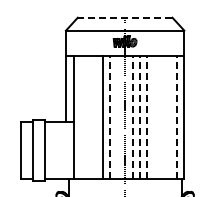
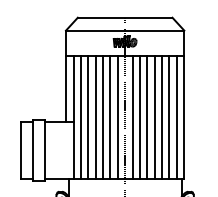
line at (124, 17): dashed -> solid
line at (80, 117): none -> present
line at (88, 117): none -> present
line at (95, 117): none -> present
line at (110, 117): dashed -> solid
line at (117, 117): none -> present
line at (132, 117): dashed -> solid
line at (139, 117): dashed -> solid
line at (147, 117): dashed -> solid
line at (154, 117): none -> present
line at (162, 117): none -> present
line at (169, 117): none -> present
line at (176, 117): dashed -> solid
